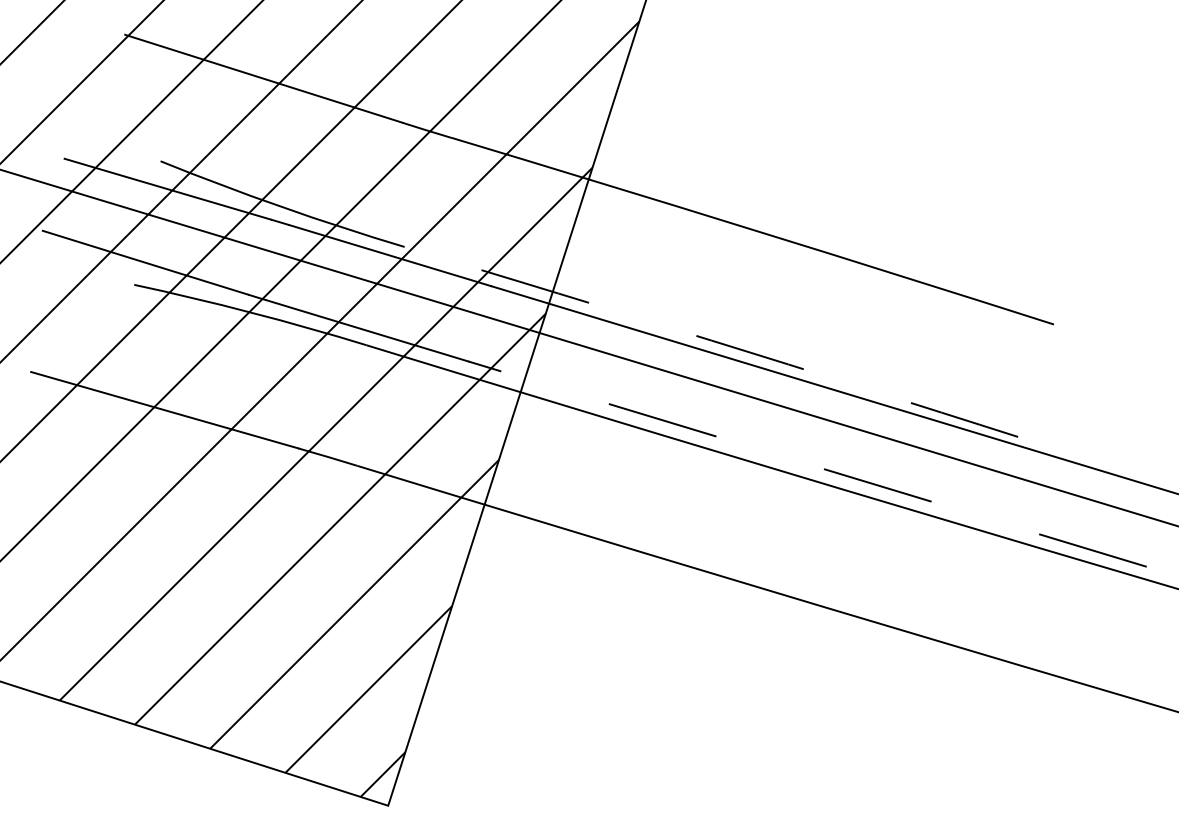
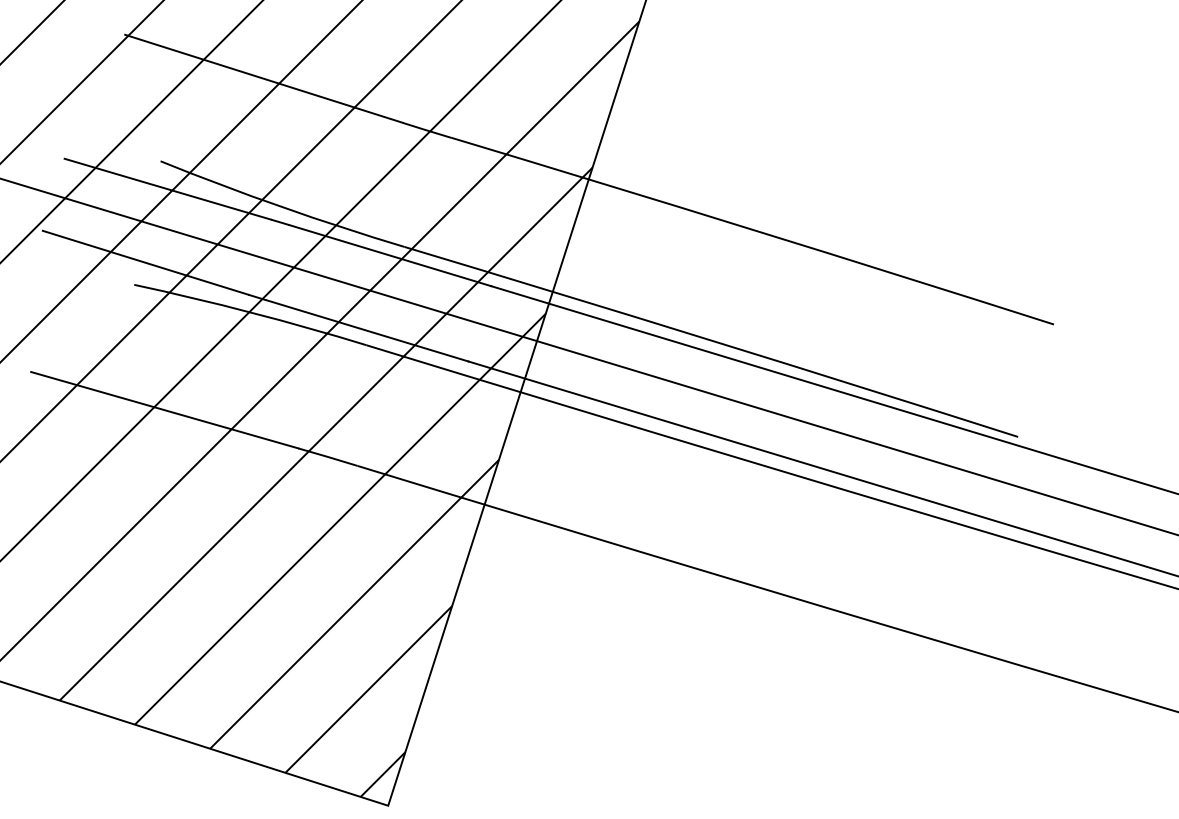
arc at (711, 340): dashed -> solid
line at (588, 347) position: (588, 347) -> (588, 356)
line at (823, 468): dashed -> solid
